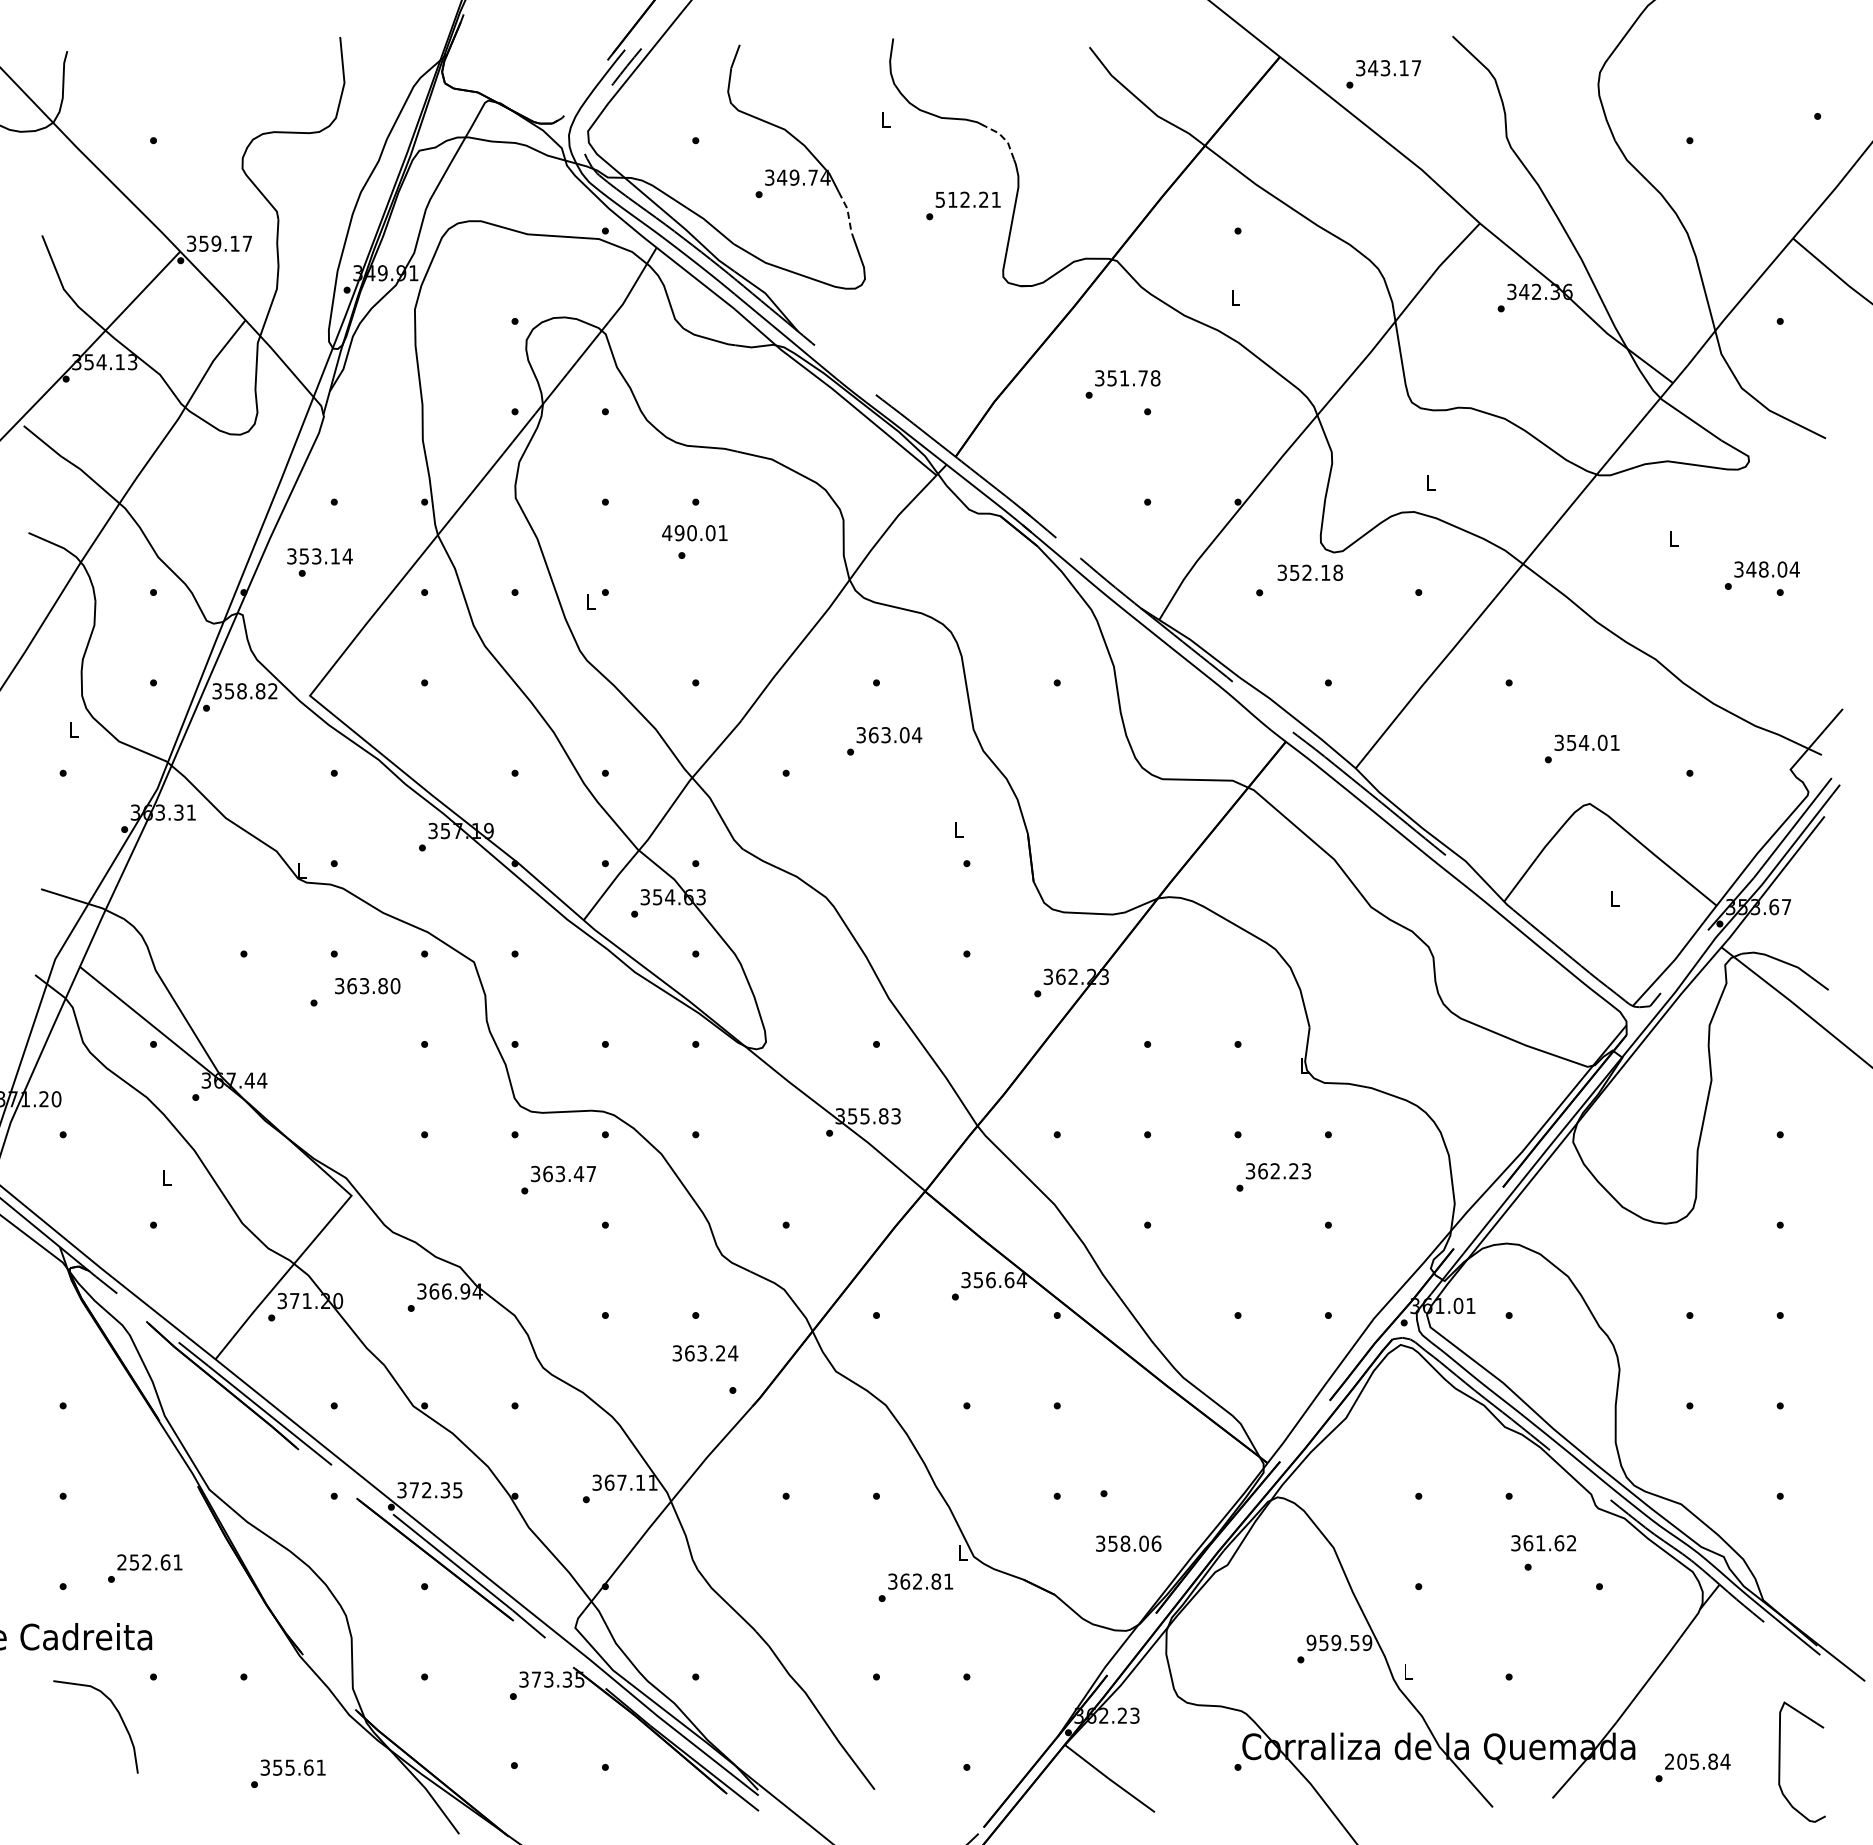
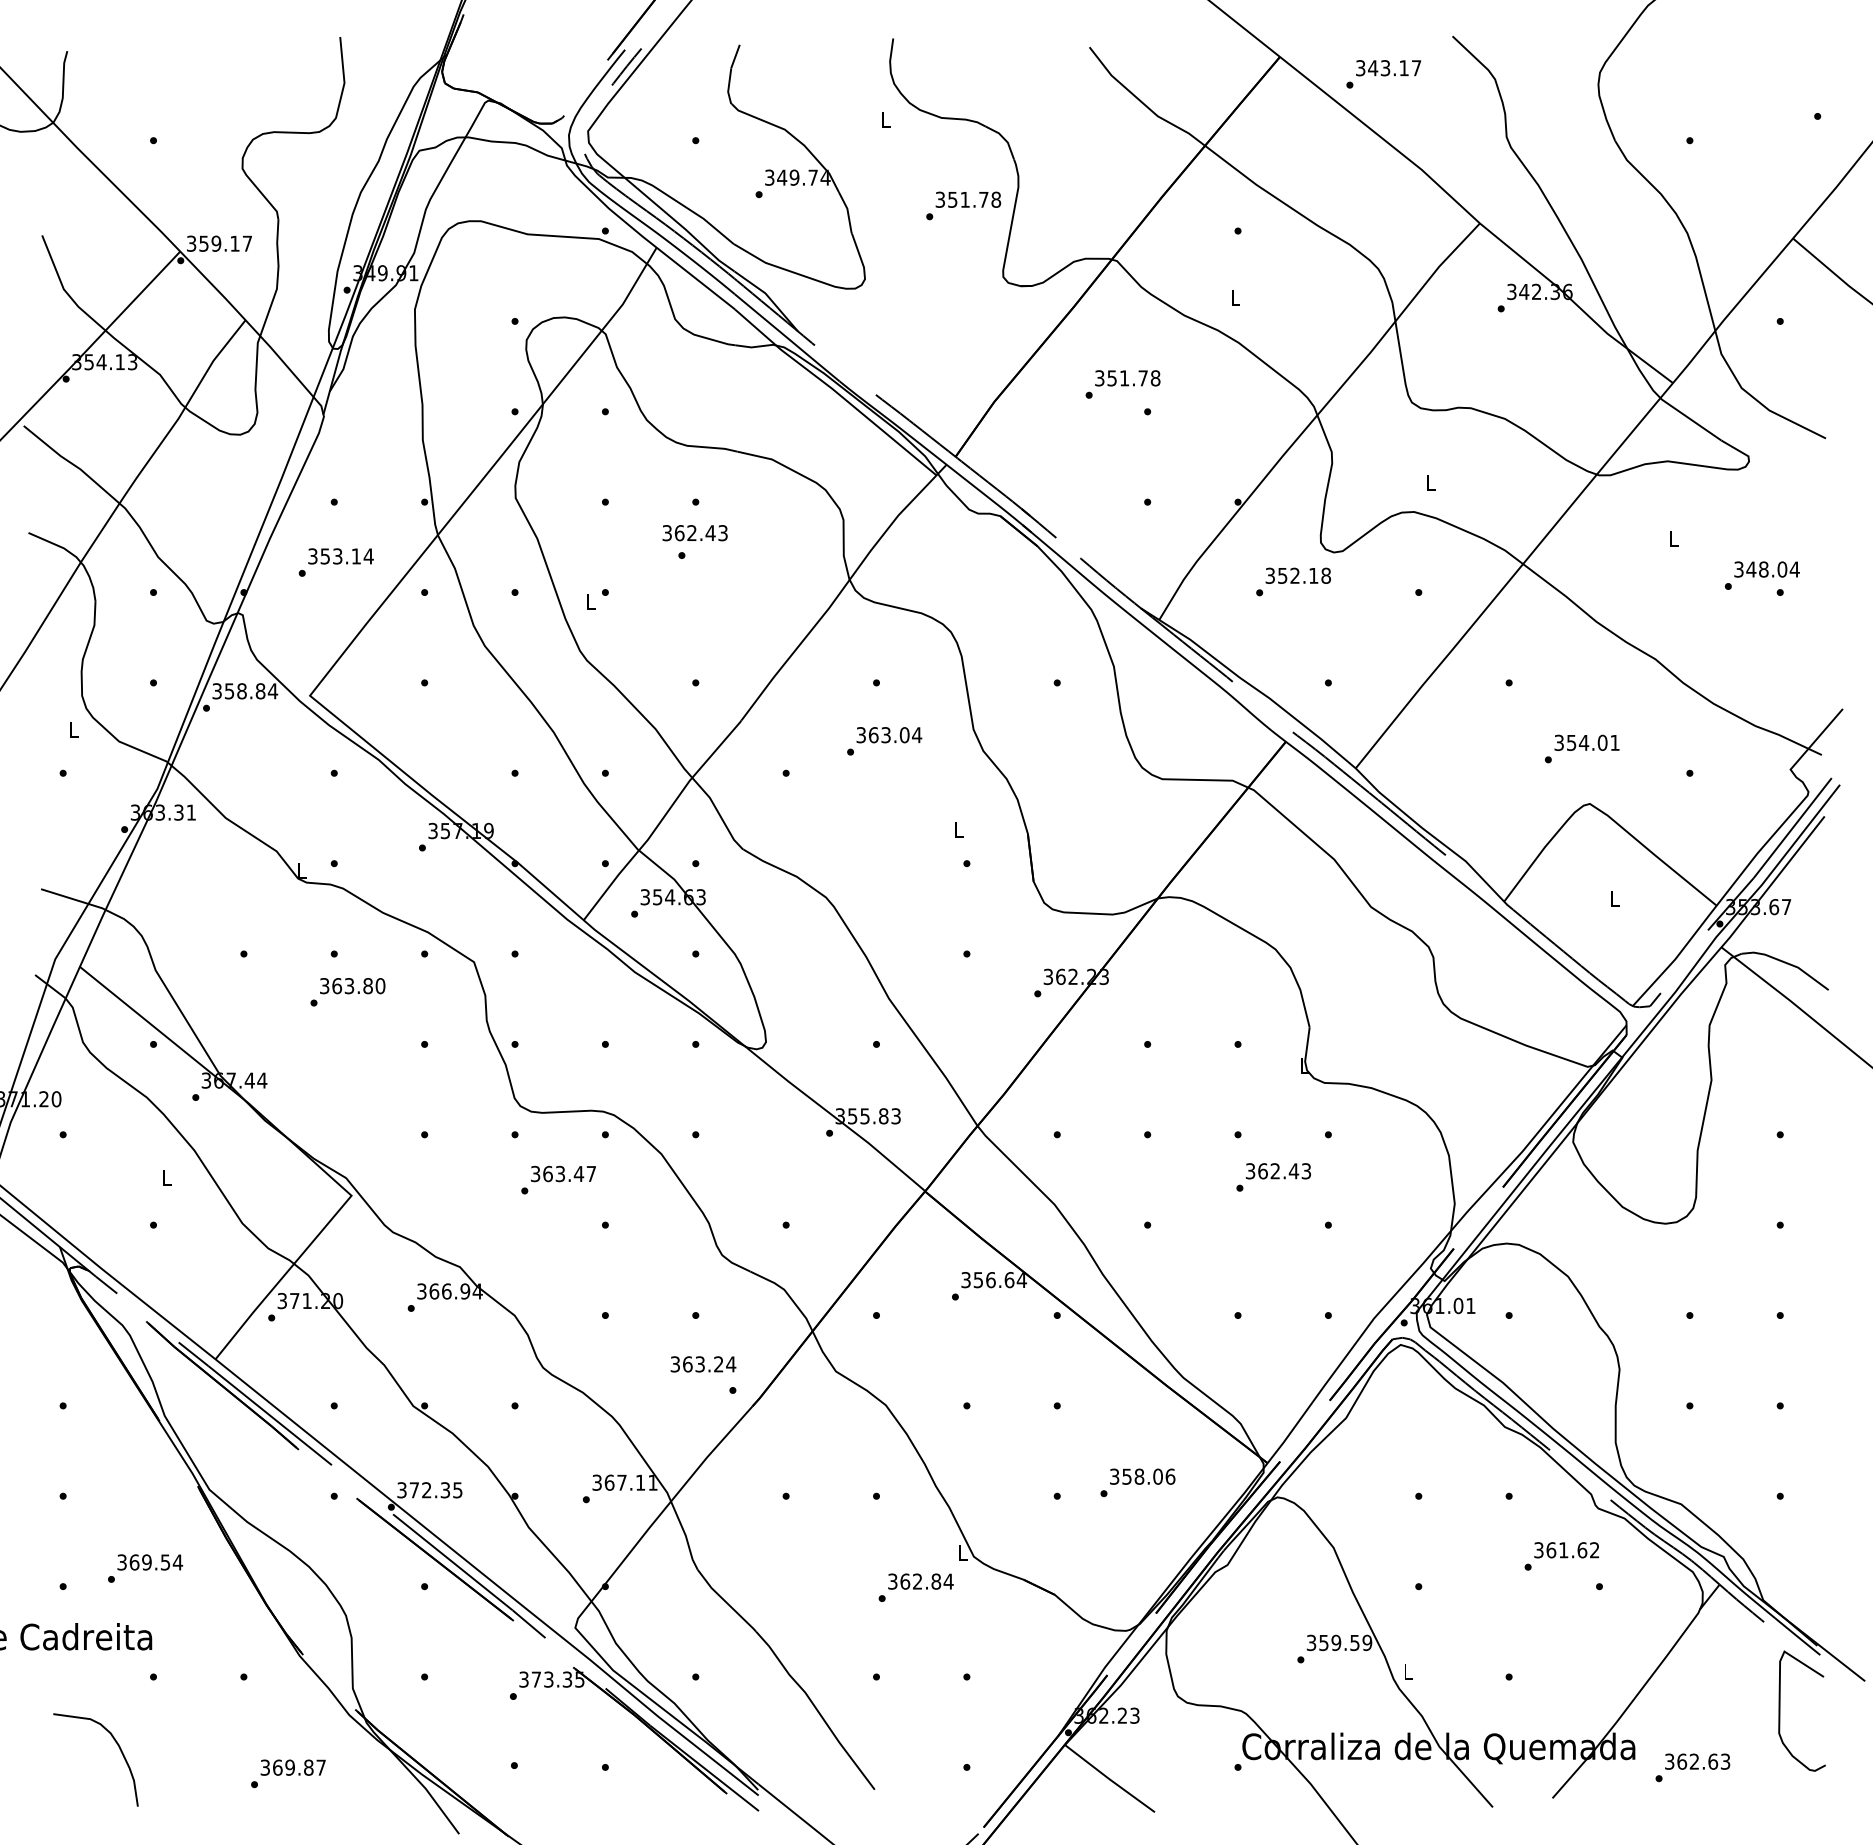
line at (1004, 139): dashed -> solid
text at (968, 199): 512.21 -> 351.78
line at (848, 212): dashed -> solid
text at (694, 533): 490.01 -> 362.43
text at (319, 556) position: (319, 556) -> (340, 556)
text at (1309, 572) position: (1309, 572) -> (1297, 575)
text at (272, 691): 358.82 -> 358.84
text at (367, 986) position: (367, 986) -> (352, 986)
text at (1293, 1171): 362.23 -> 362.43
text at (705, 1353) position: (705, 1353) -> (703, 1364)
text at (1128, 1543) position: (1128, 1543) -> (1142, 1476)
text at (1543, 1543) position: (1543, 1543) -> (1566, 1550)
text at (150, 1562): 252.61 -> 369.54
text at (948, 1581): 362.81 -> 362.84
text at (1311, 1642): 959.59 -> 359.59
curve at (118, 1714) position: (118, 1714) -> (118, 1747)
text at (1697, 1761): 205.84 -> 362.63
curve at (1780, 1761) position: (1780, 1761) -> (1780, 1710)
text at (299, 1767): 355.61 -> 369.87
